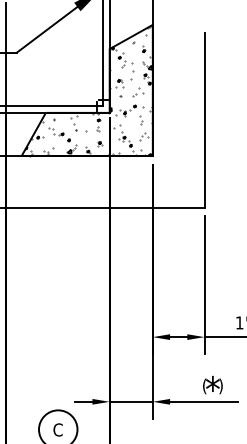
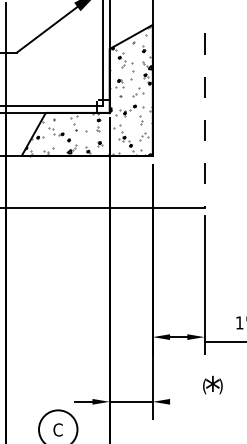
line at (204, 121): solid -> dashed
line at (223, 337) position: (223, 337) -> (223, 342)
line at (204, 401): present -> none
